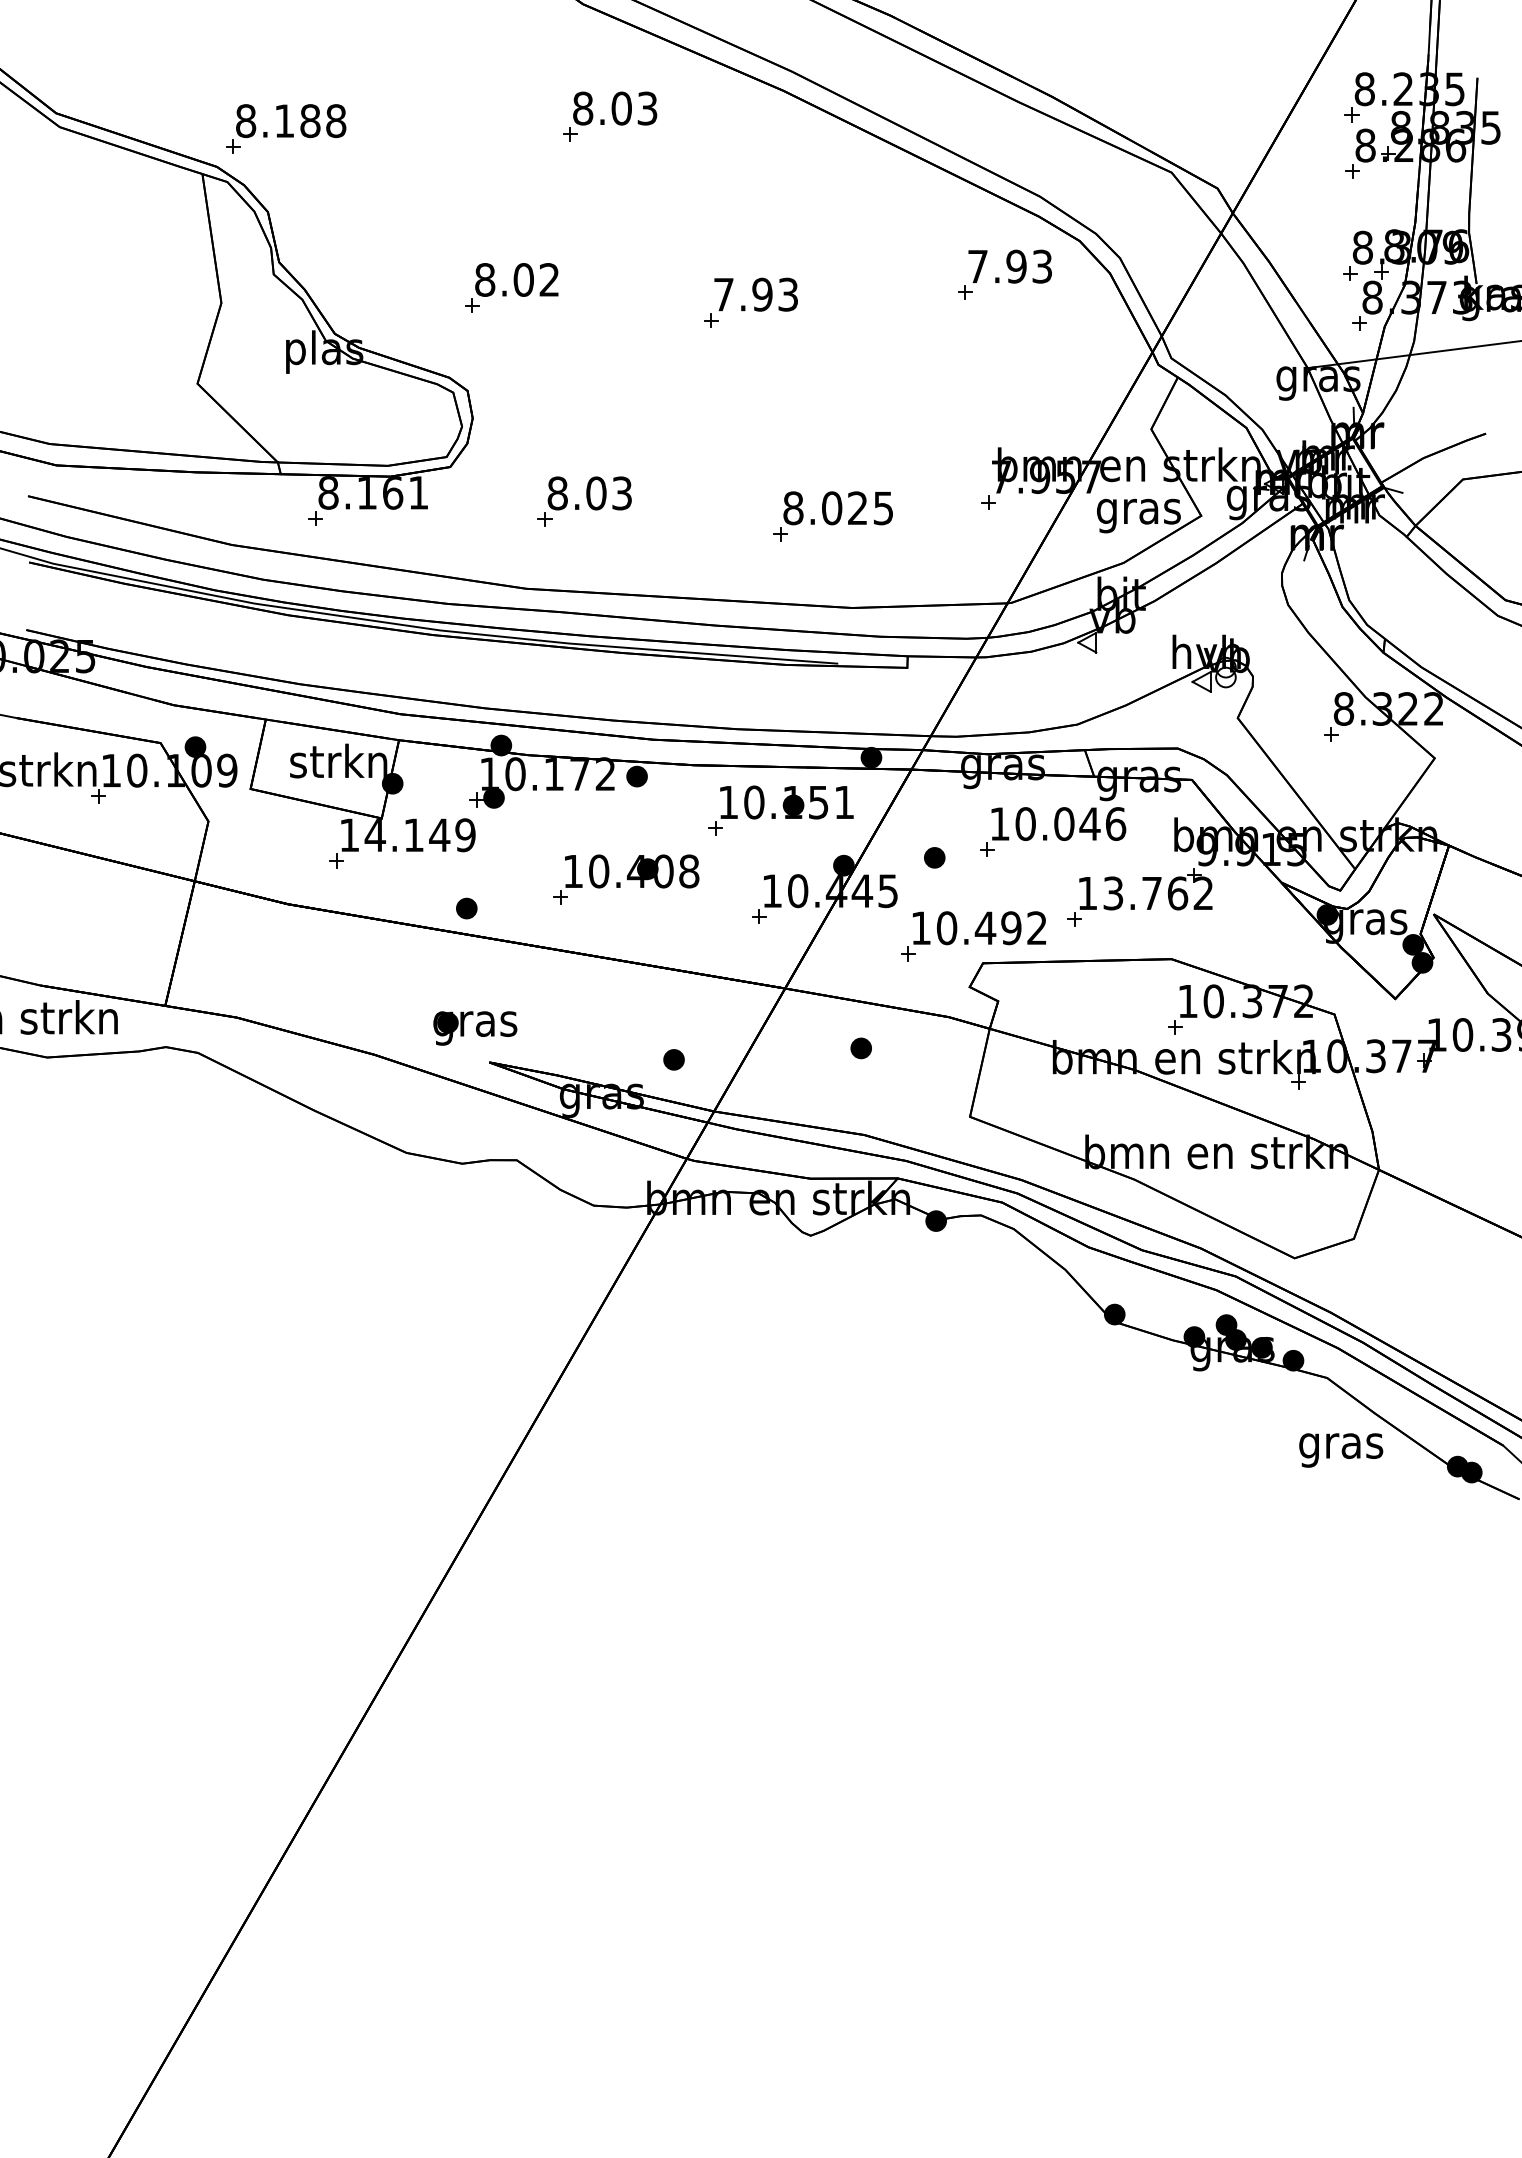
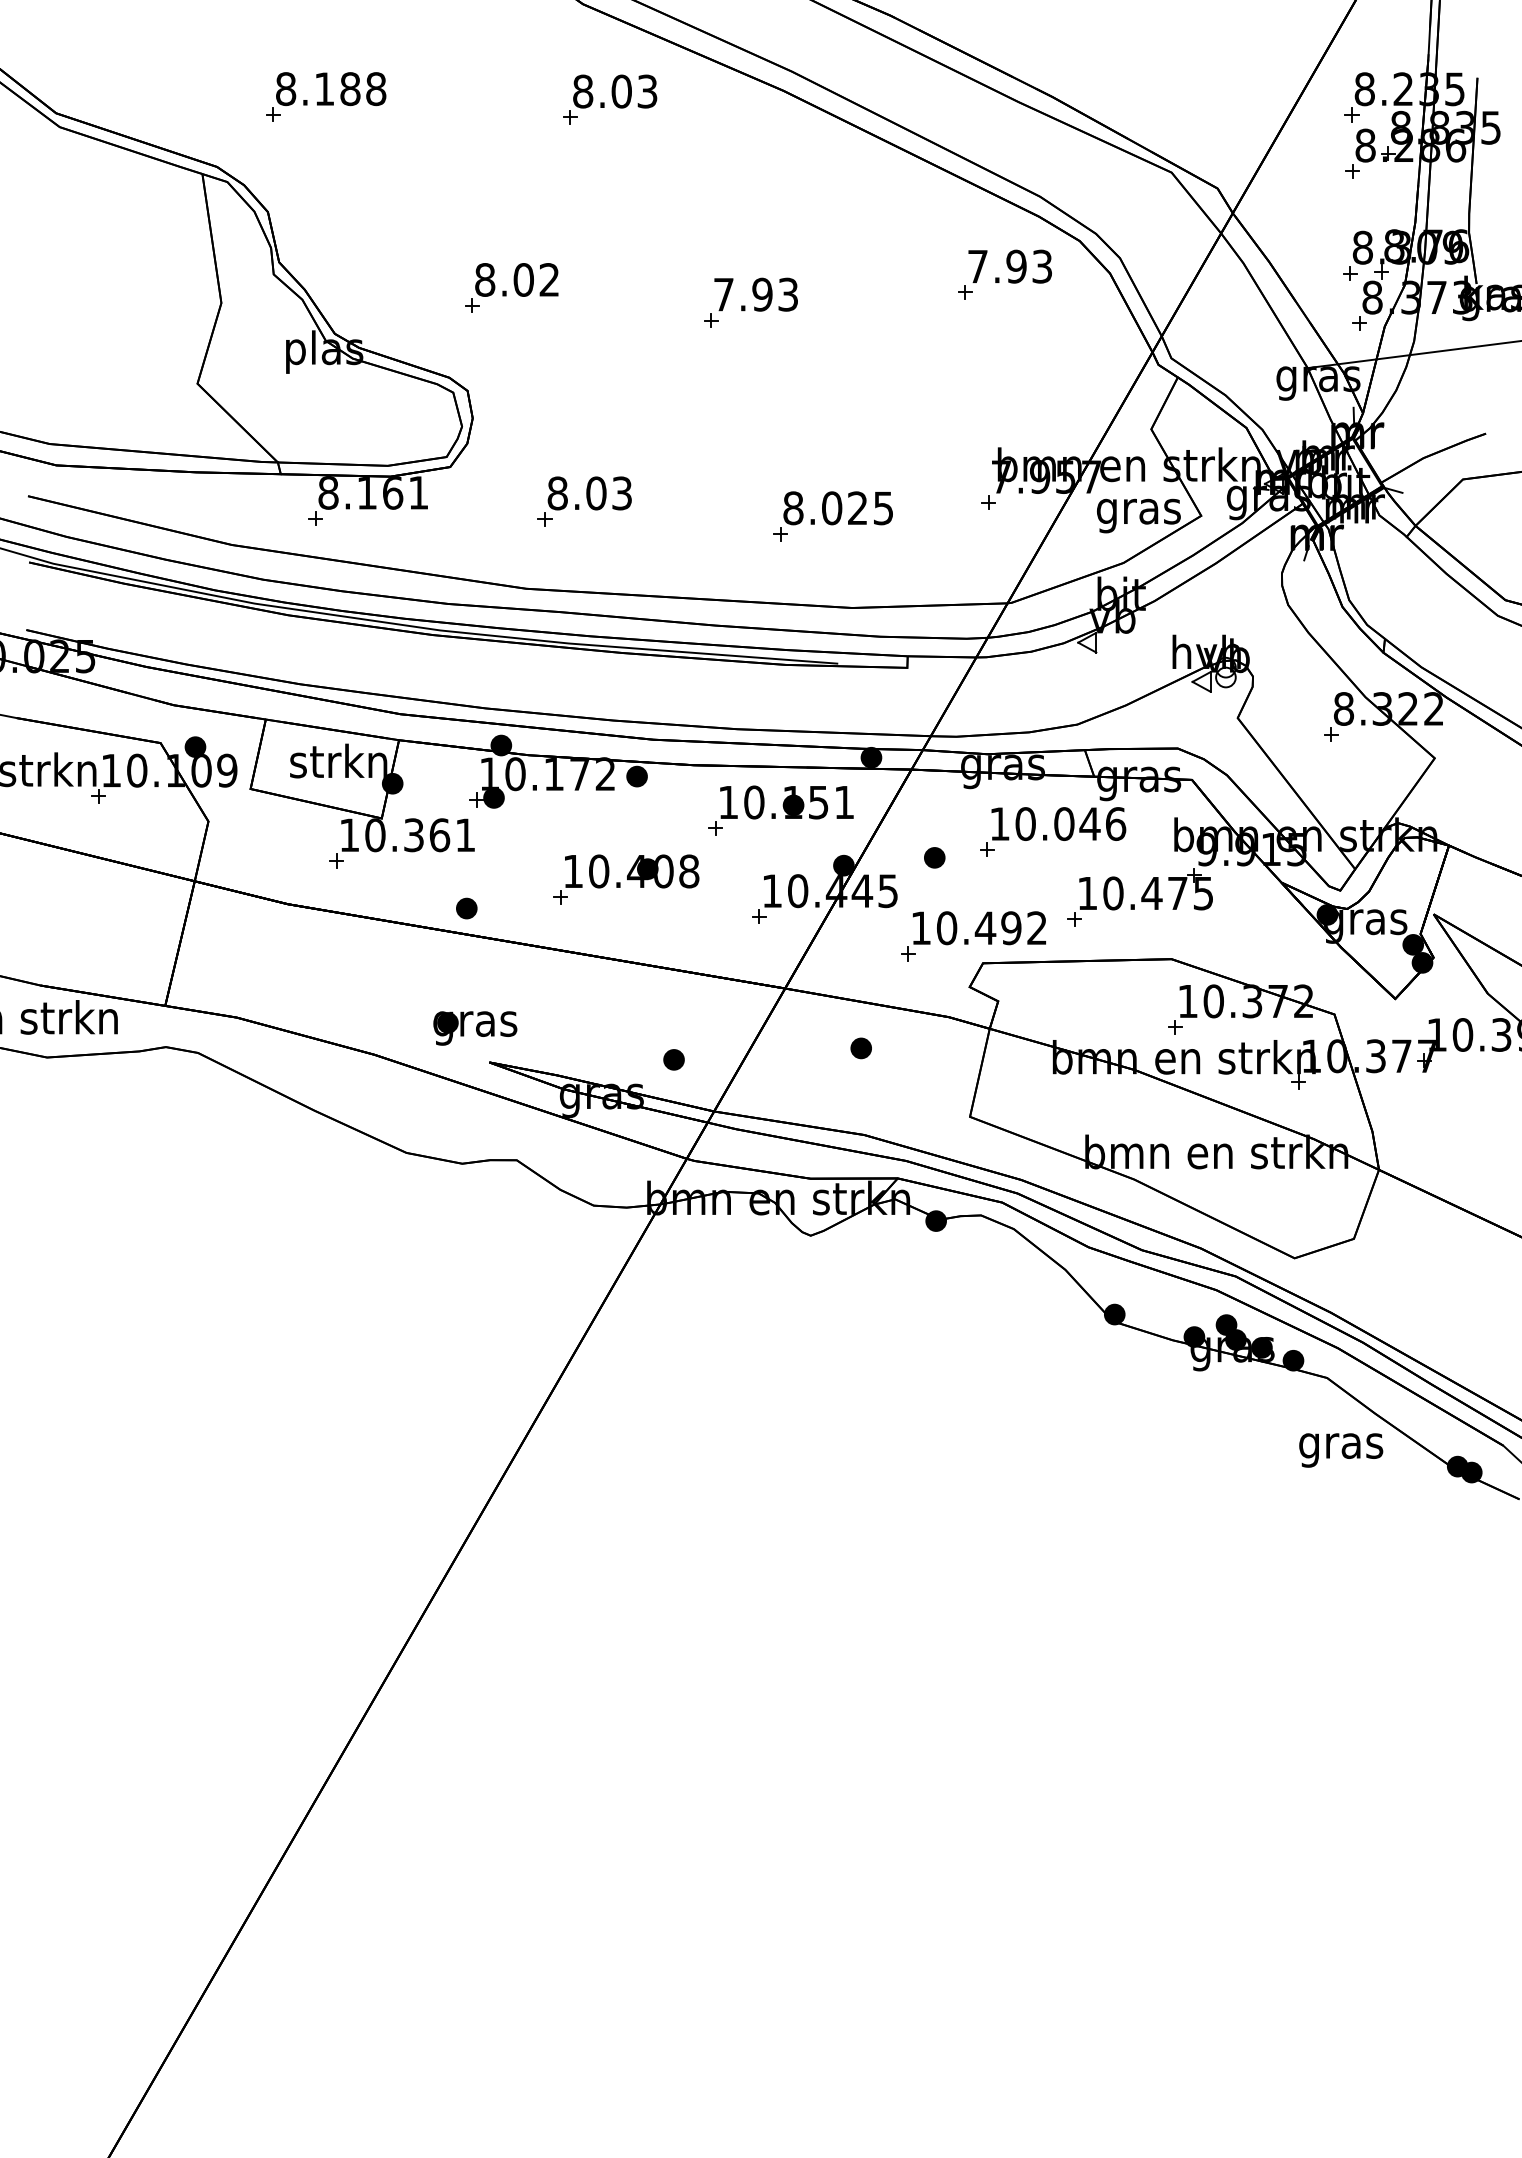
part at (610, 116) position: (610, 116) -> (610, 99)
part at (286, 128) position: (286, 128) -> (326, 96)
text at (419, 835): 14.149 -> 10.361
text at (1157, 893): 13.762 -> 10.475
